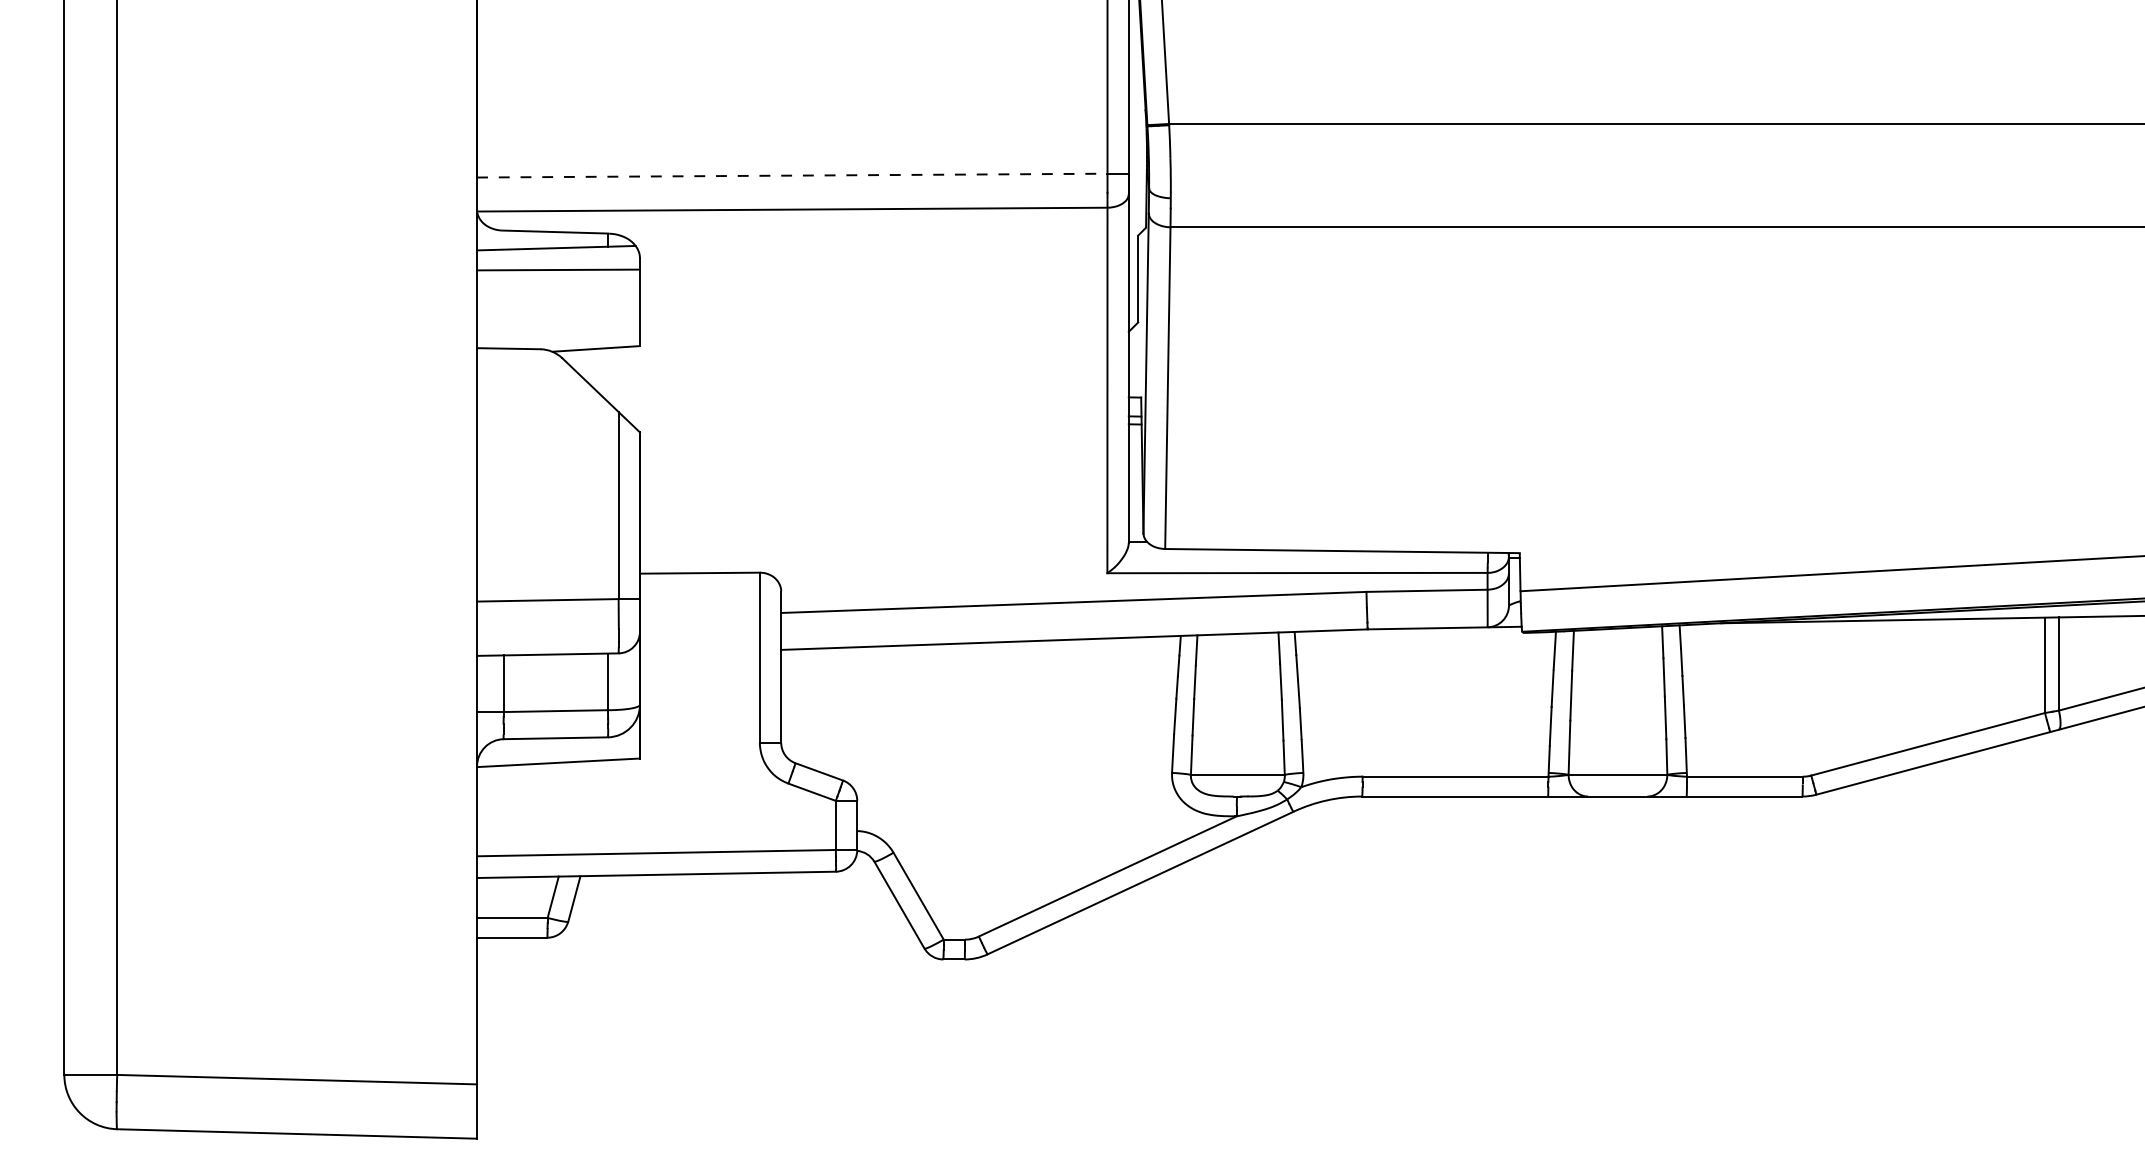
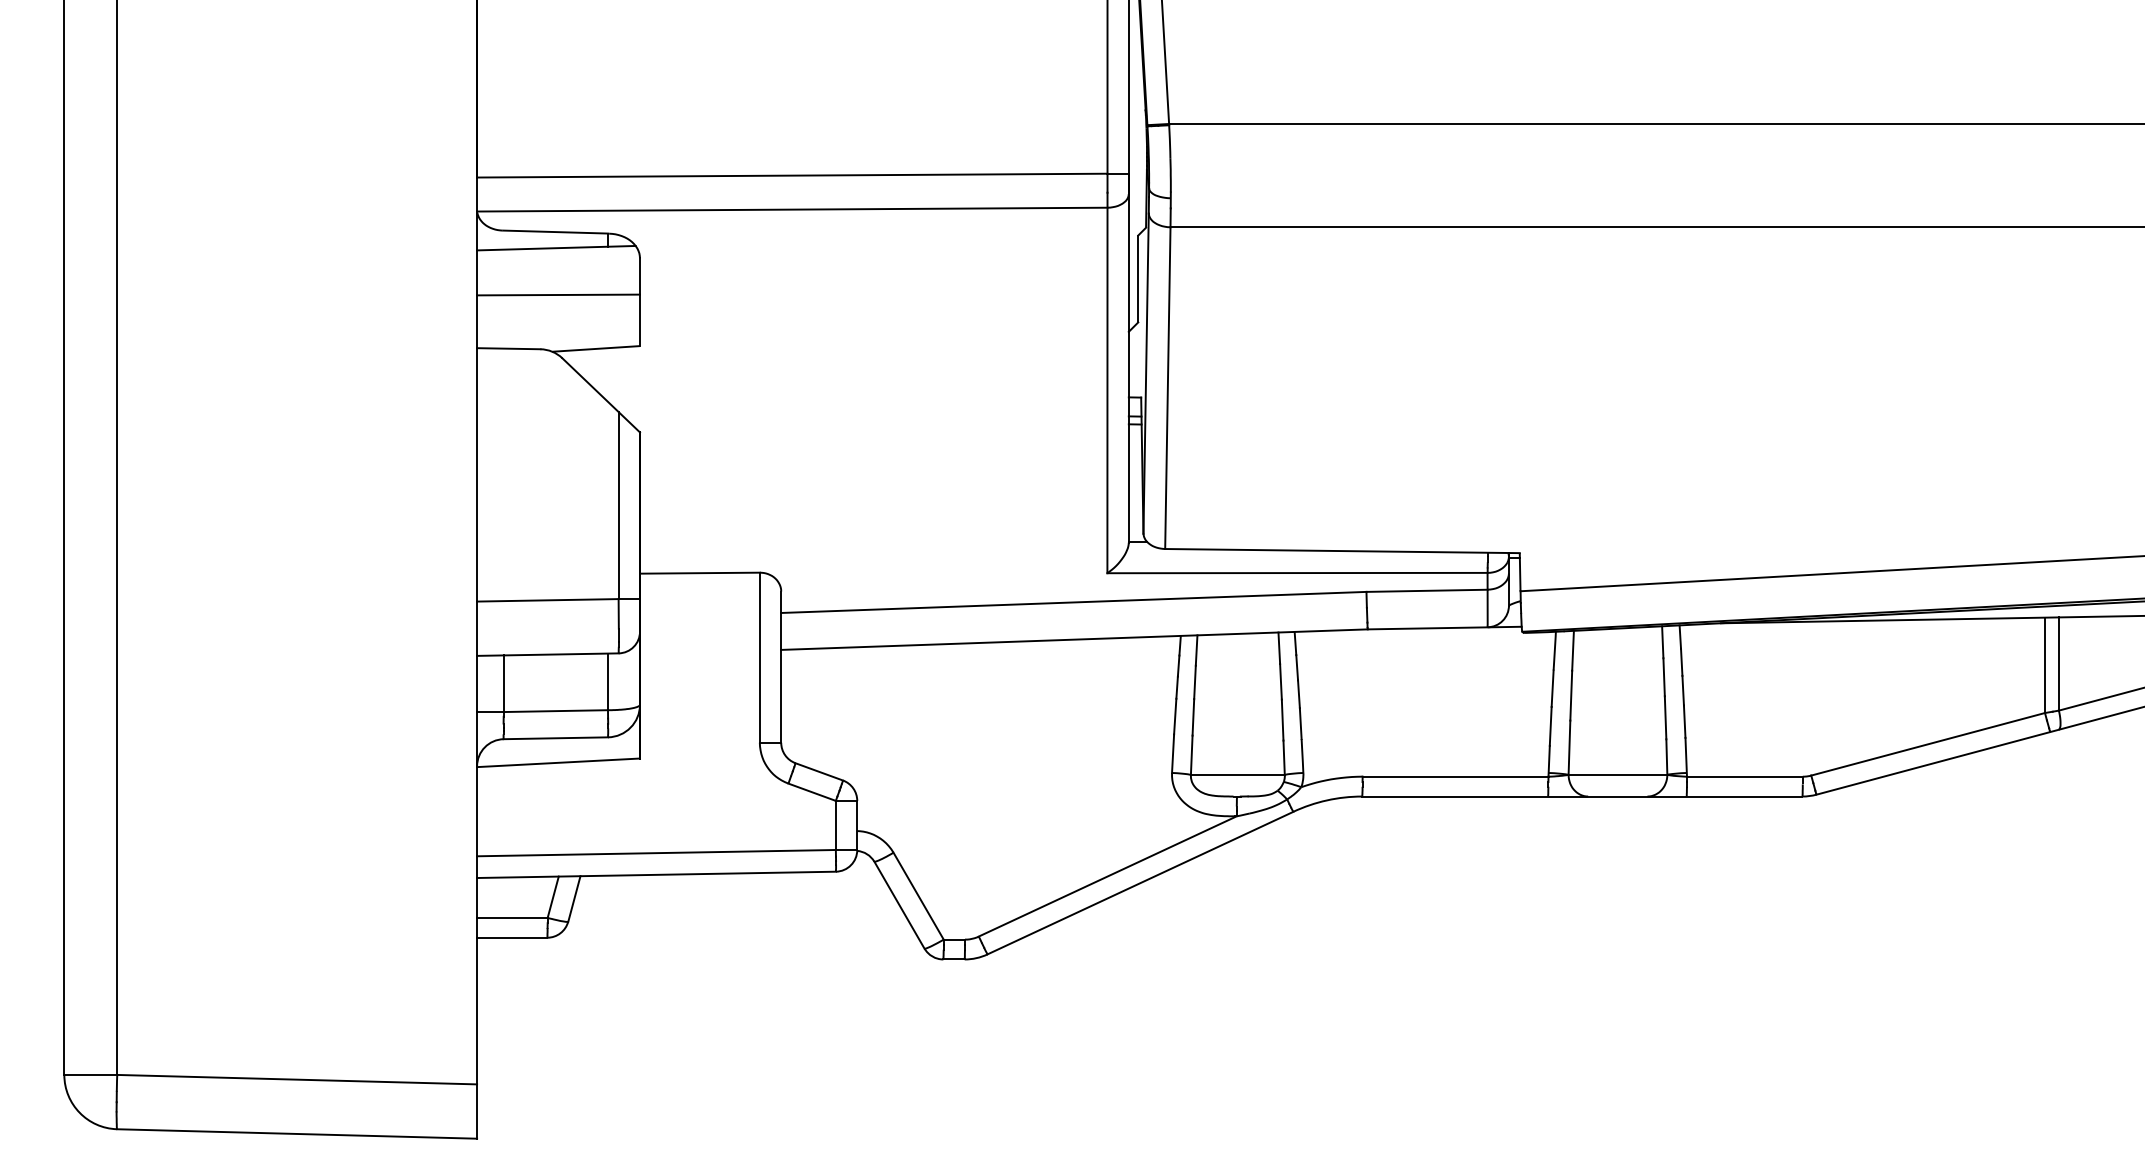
line at (792, 175): dashed -> solid
line at (558, 269) position: (558, 269) -> (558, 294)
